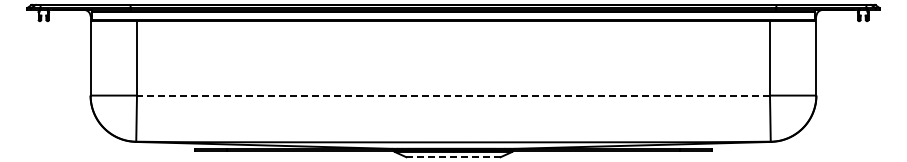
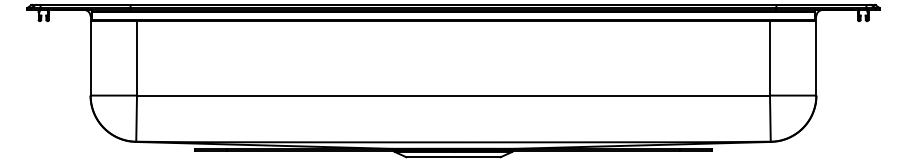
line at (452, 95): dashed -> solid
line at (454, 157): dashed -> solid
